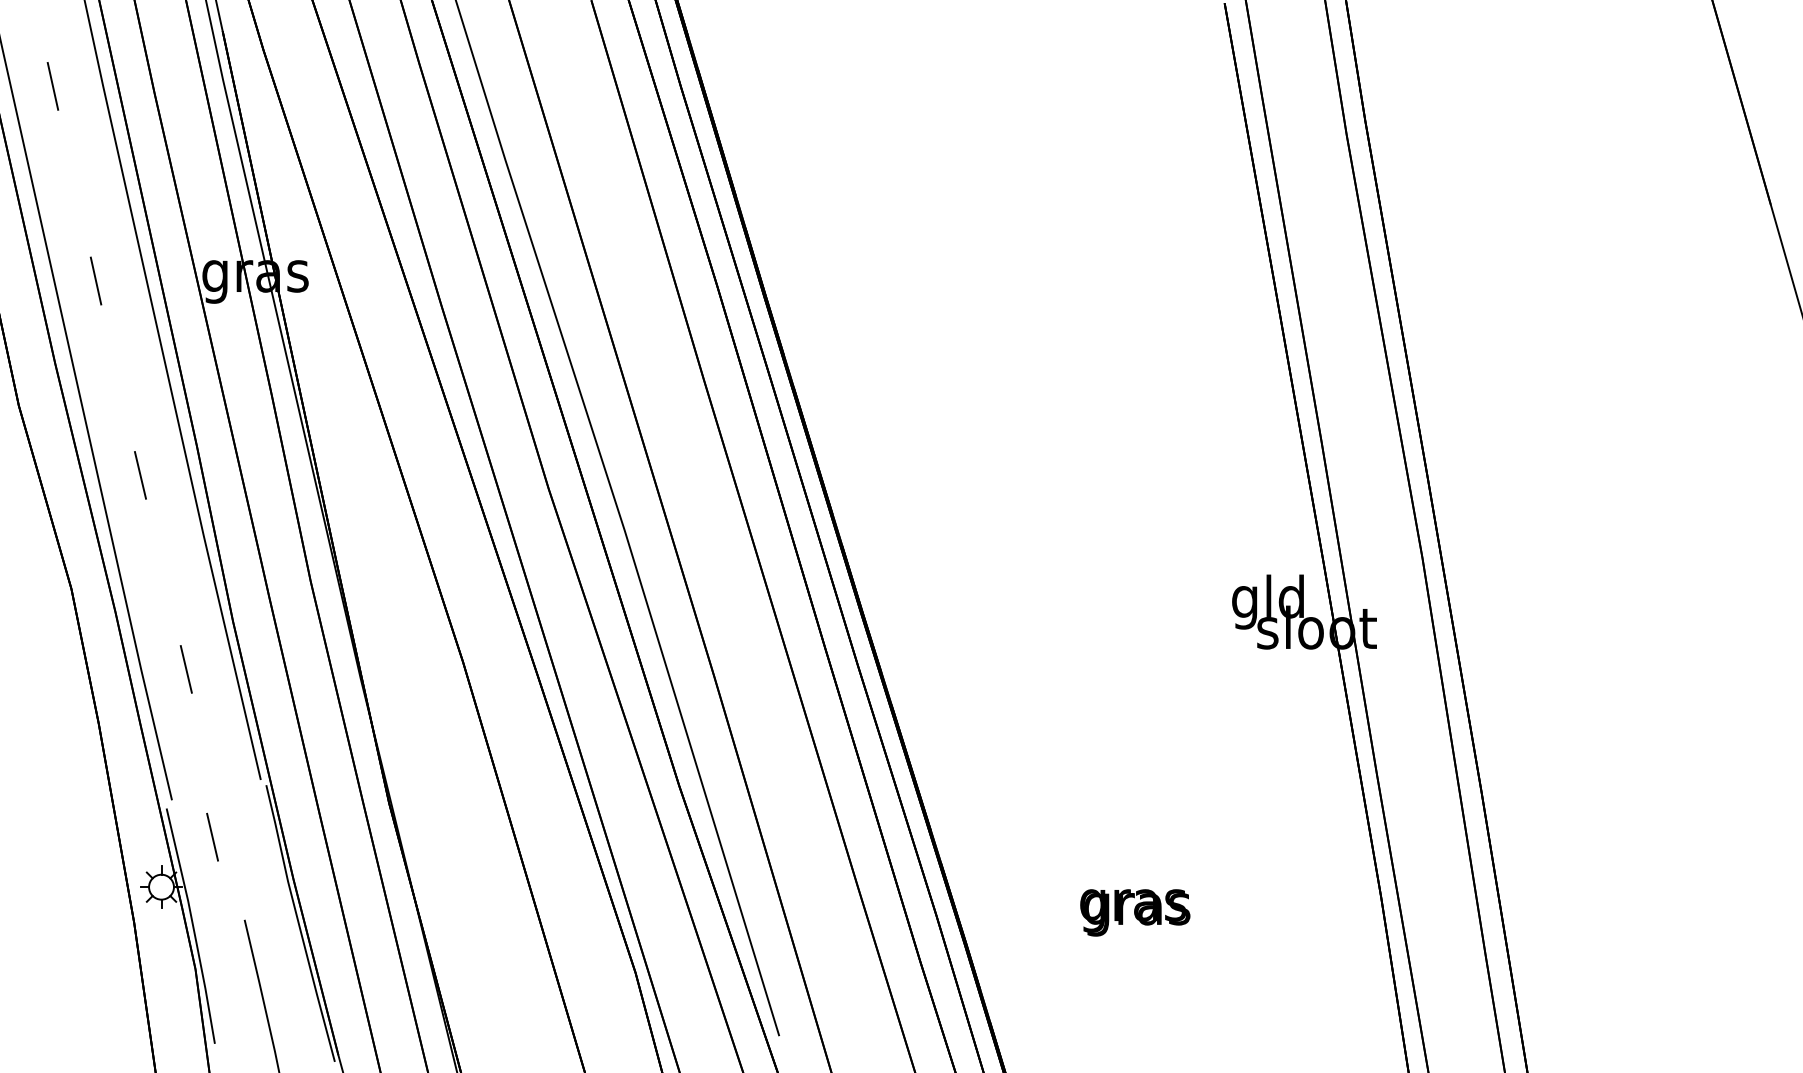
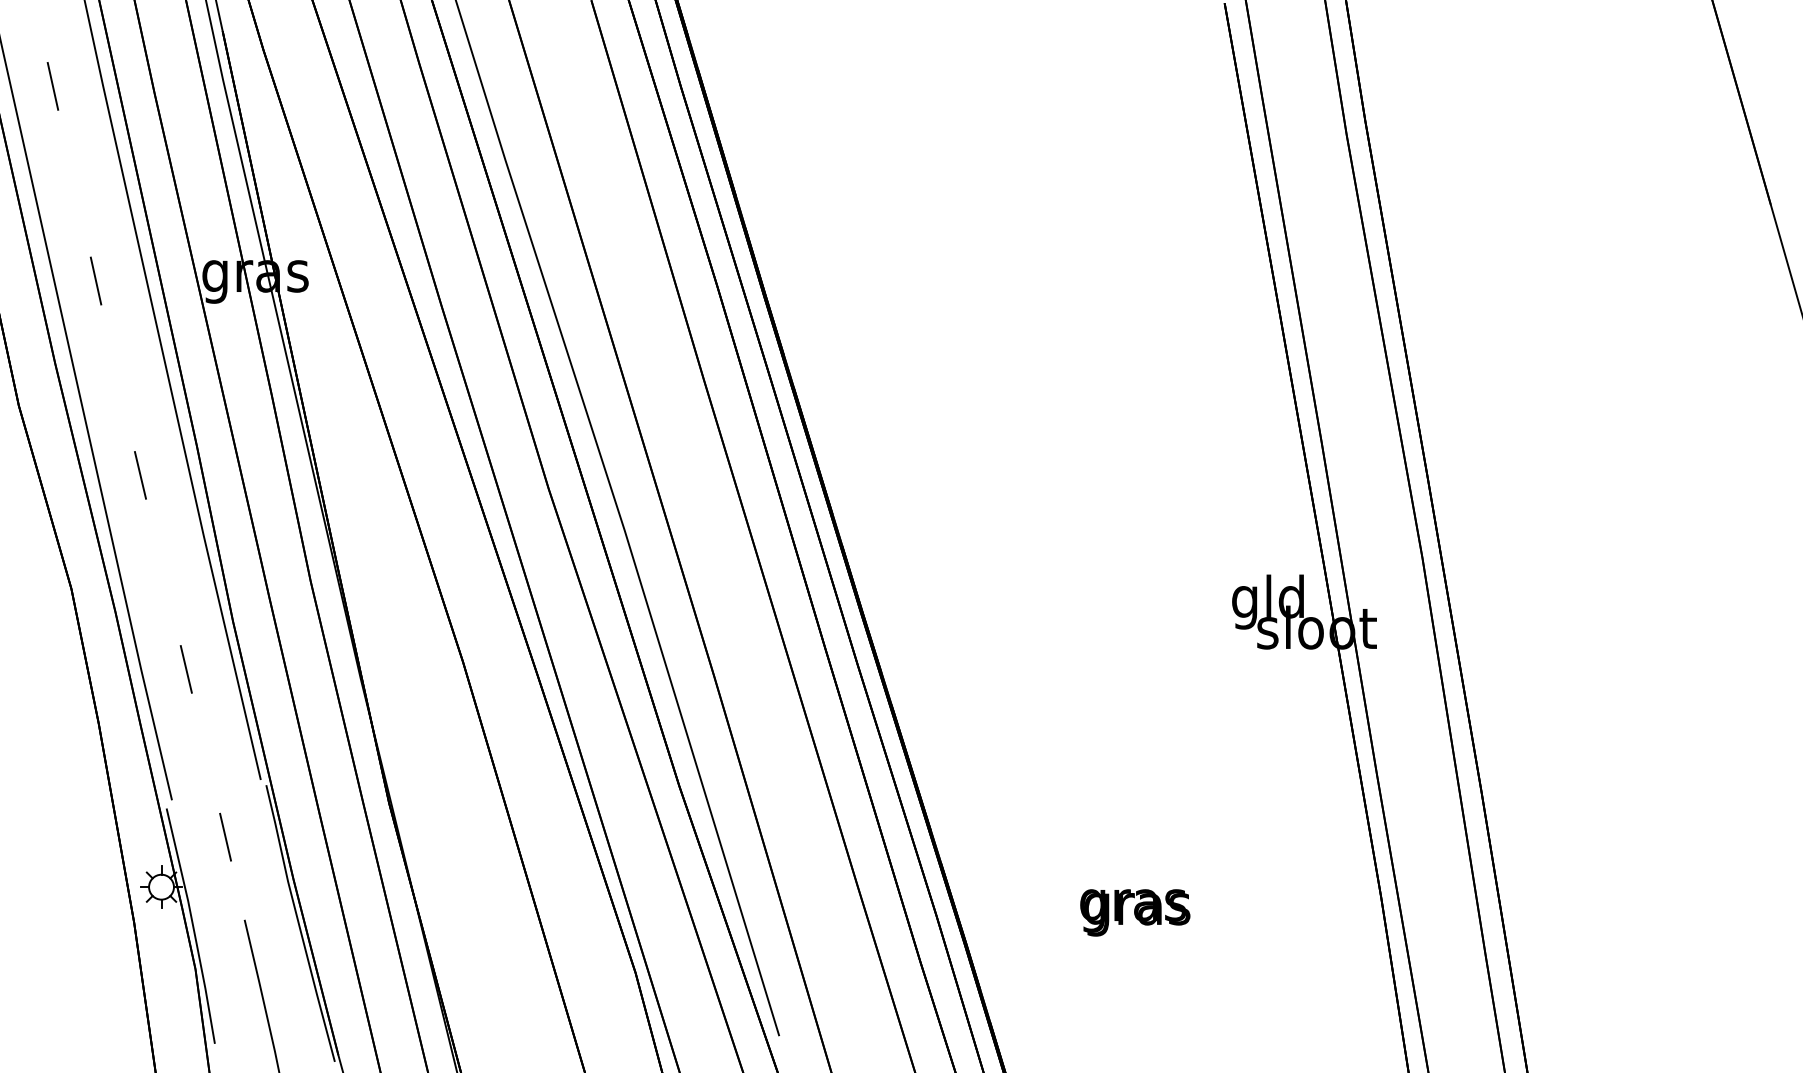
line at (212, 836) position: (212, 836) -> (225, 836)
